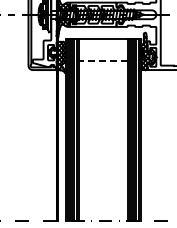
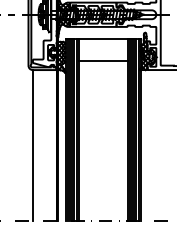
line at (102, 61): dashed -> solid
line at (32, 145): none -> present
